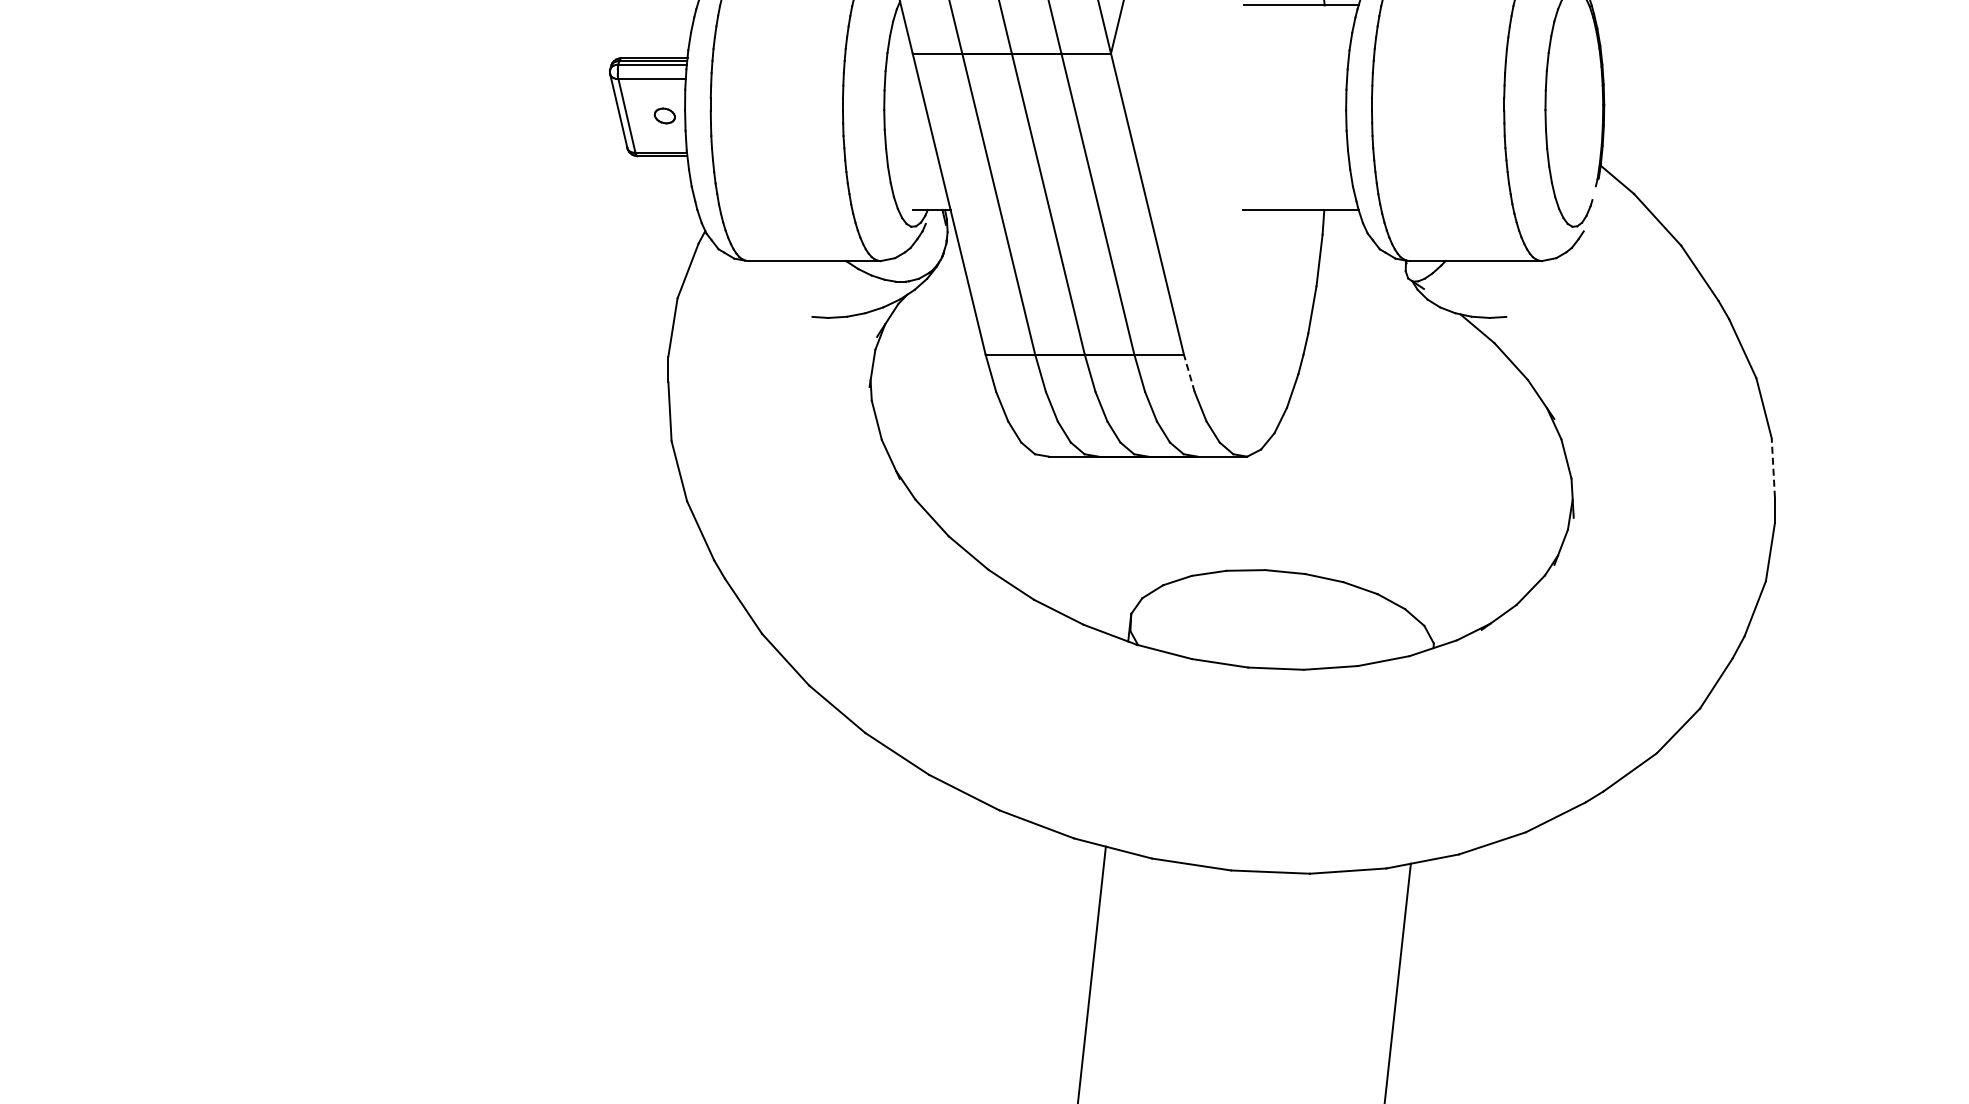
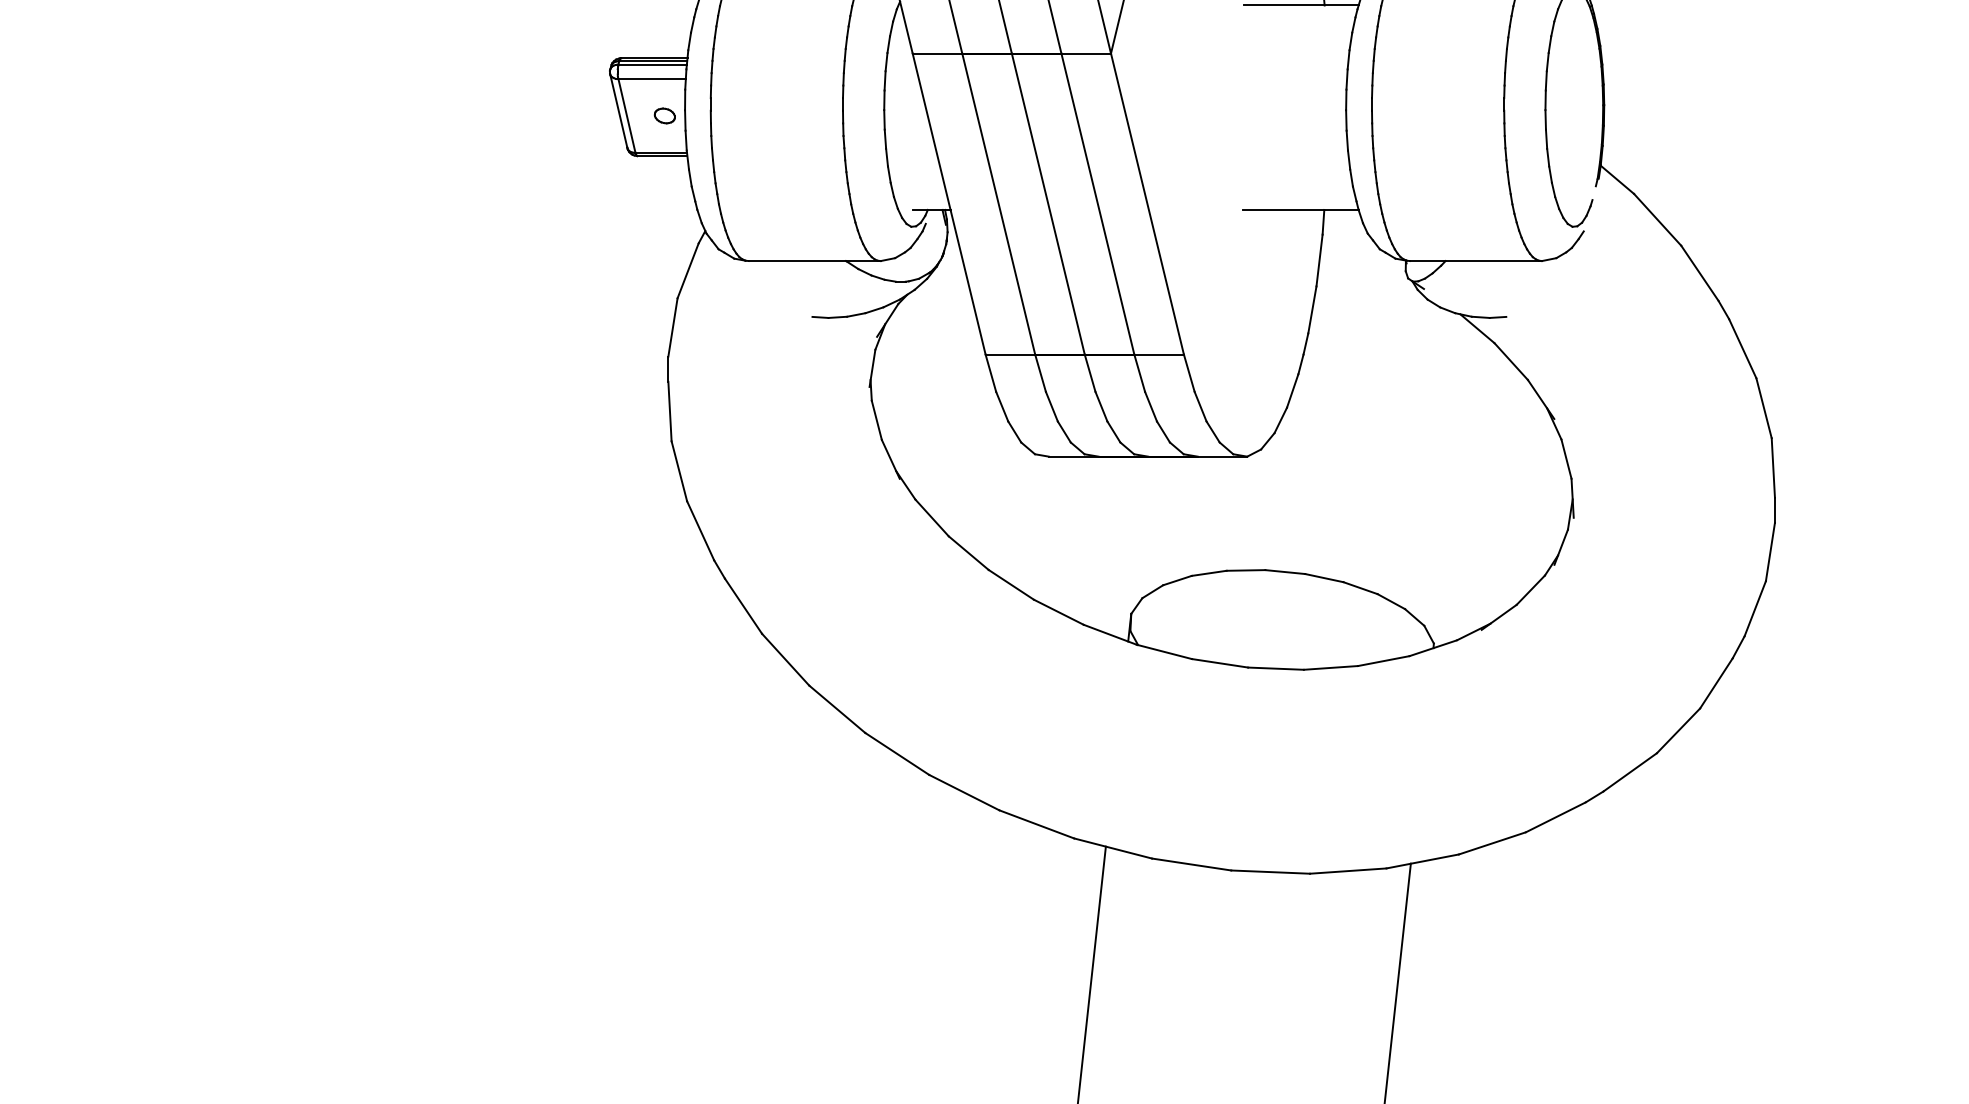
line at (1189, 372): dashed -> solid
line at (1773, 467): dashed -> solid
